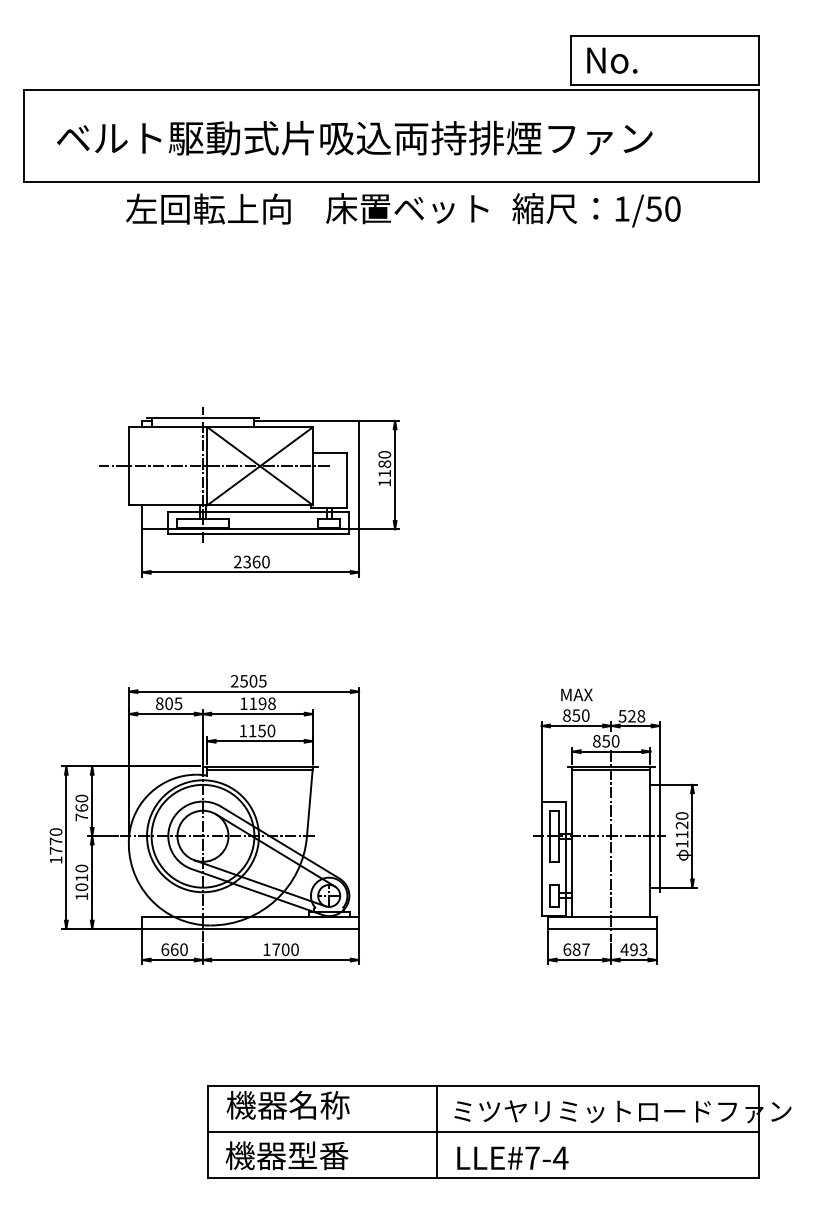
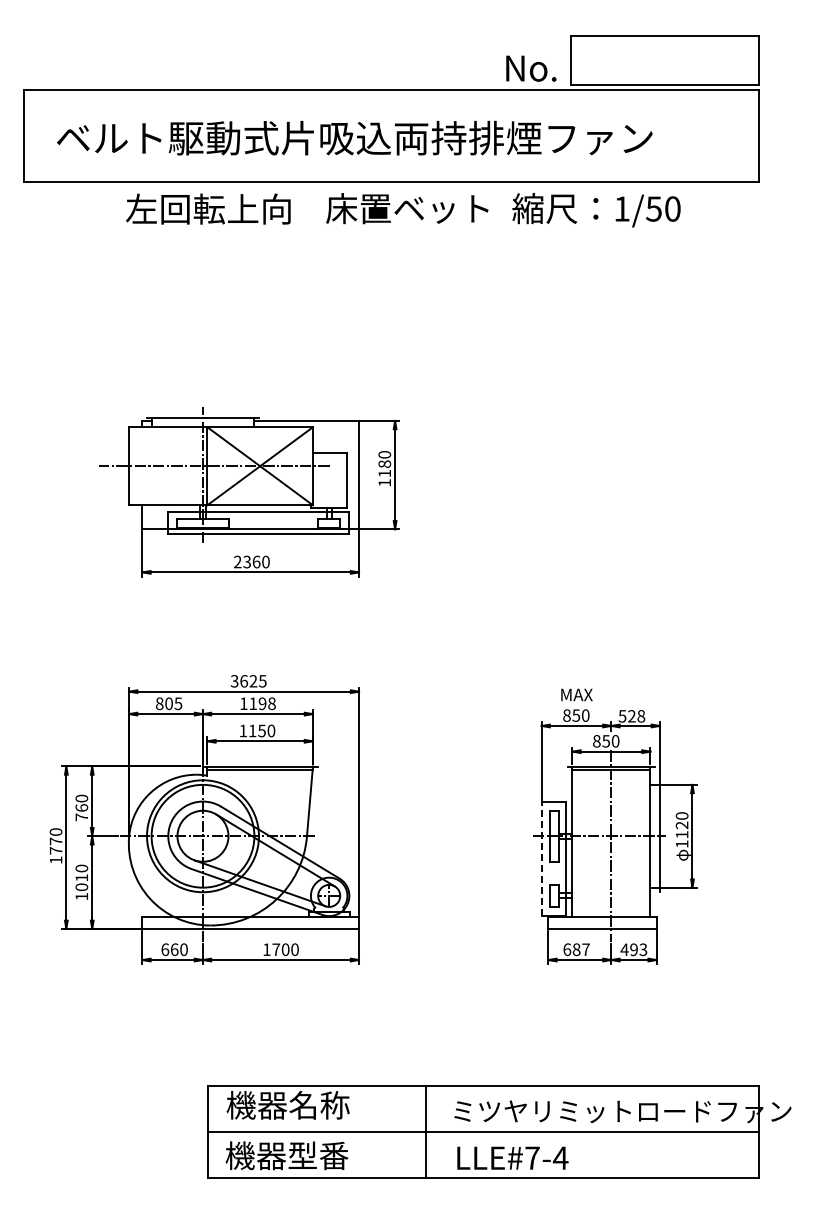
text at (612, 60) position: (612, 60) -> (531, 68)
text at (243, 681): 2505 -> 3625
line at (541, 858): solid -> dashed
line at (437, 1131) position: (437, 1131) -> (426, 1131)
